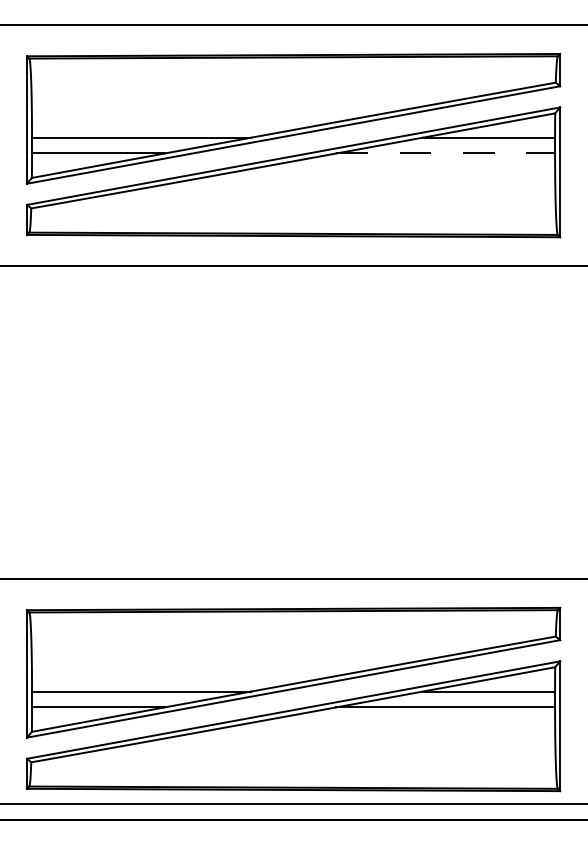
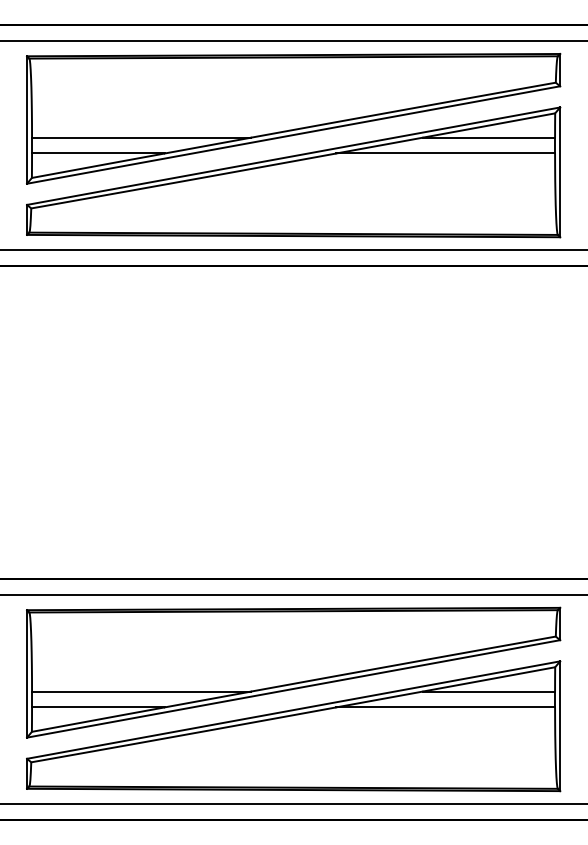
line at (293, 41): none -> present
line at (446, 153): dashed -> solid
line at (293, 249): none -> present
line at (293, 595): none -> present
